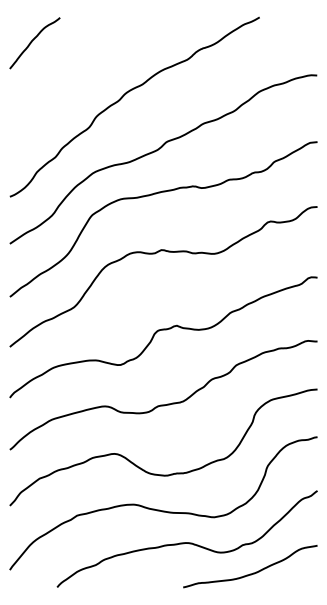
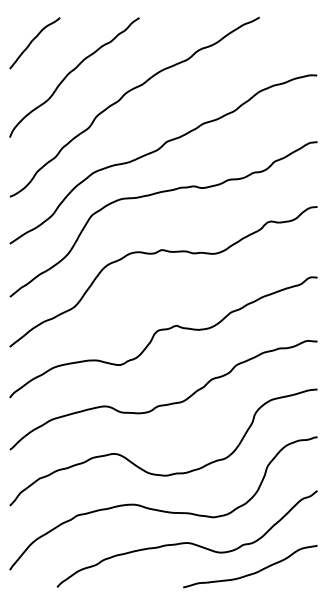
curve at (70, 73): none -> present
